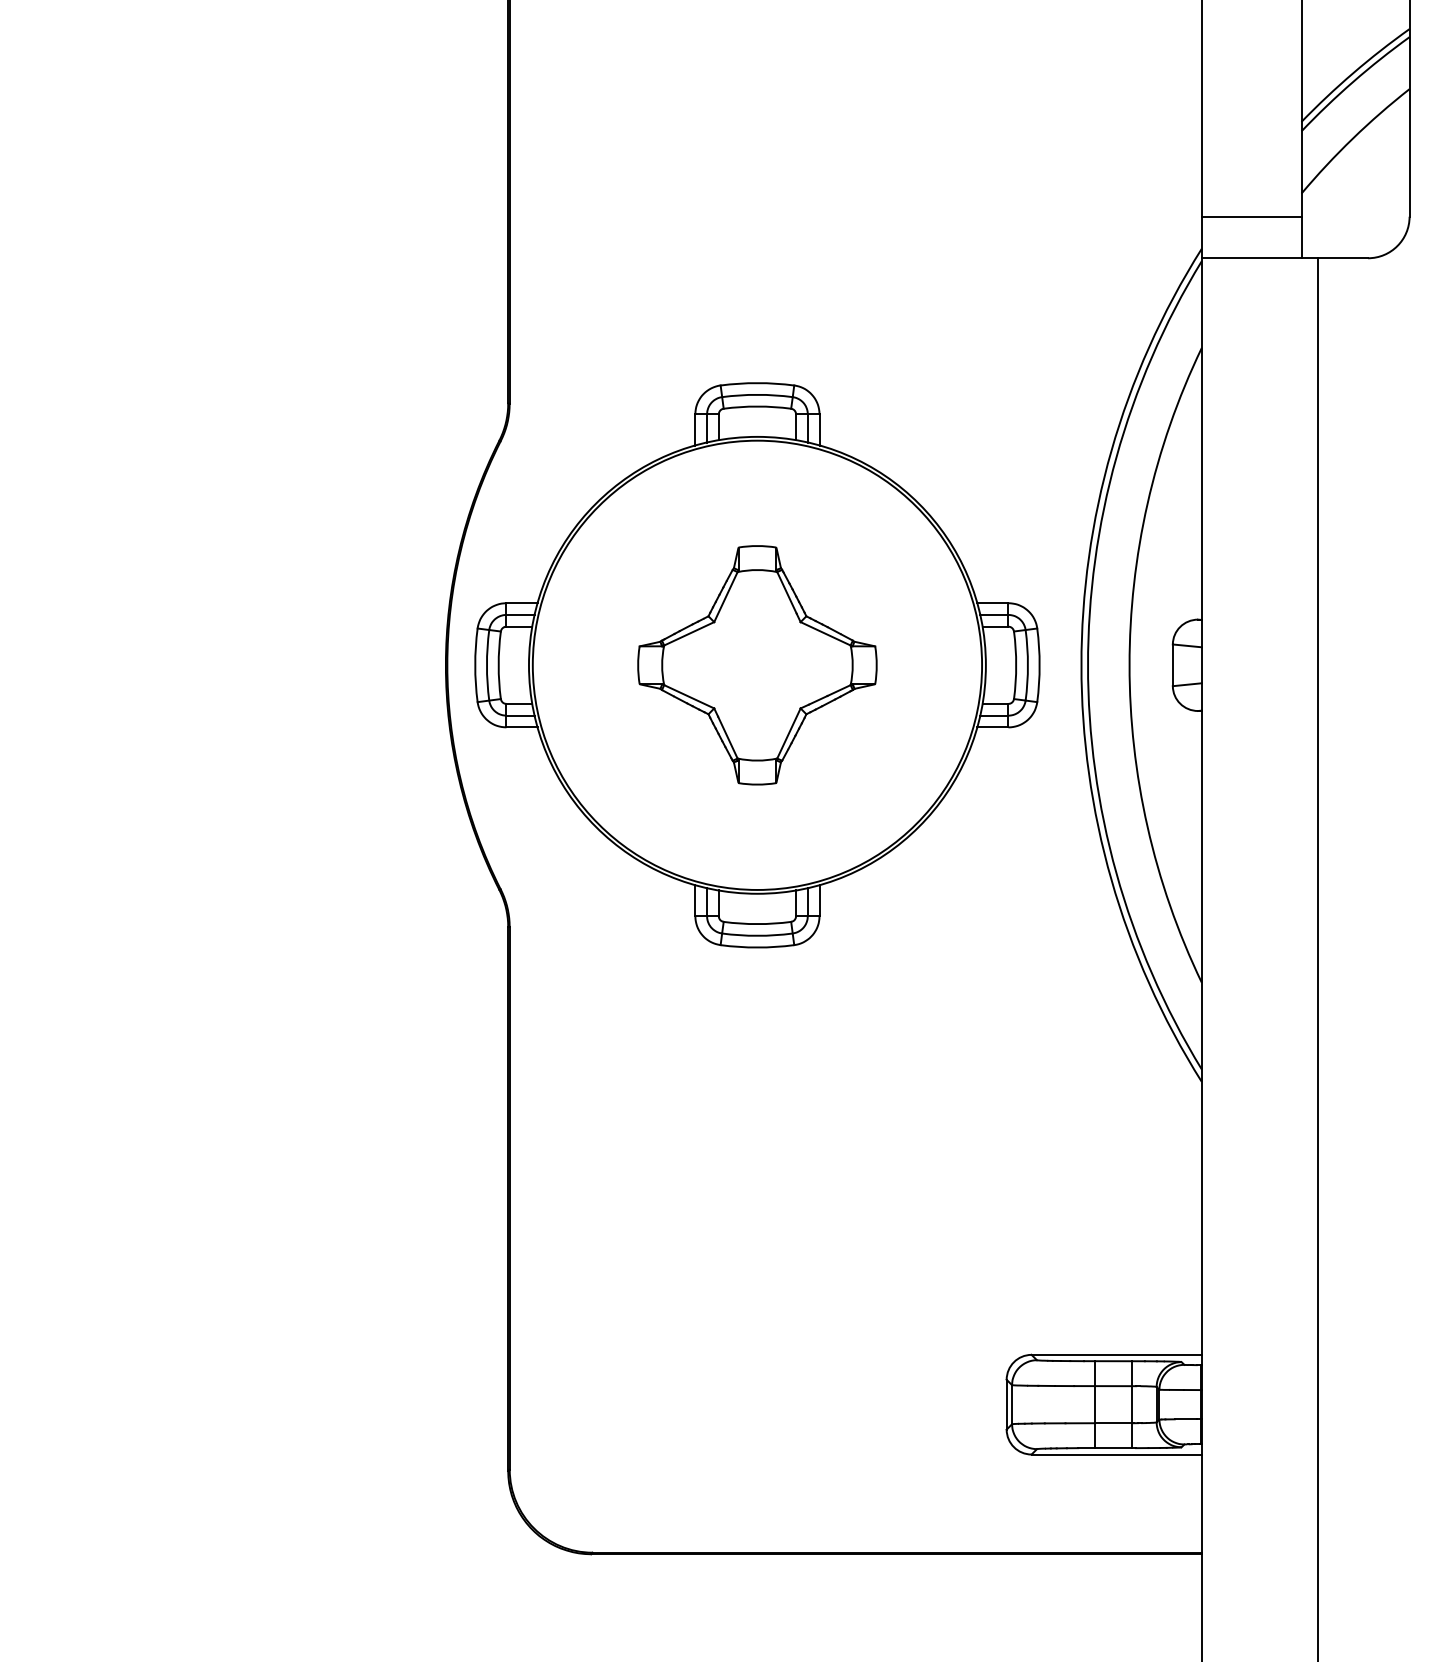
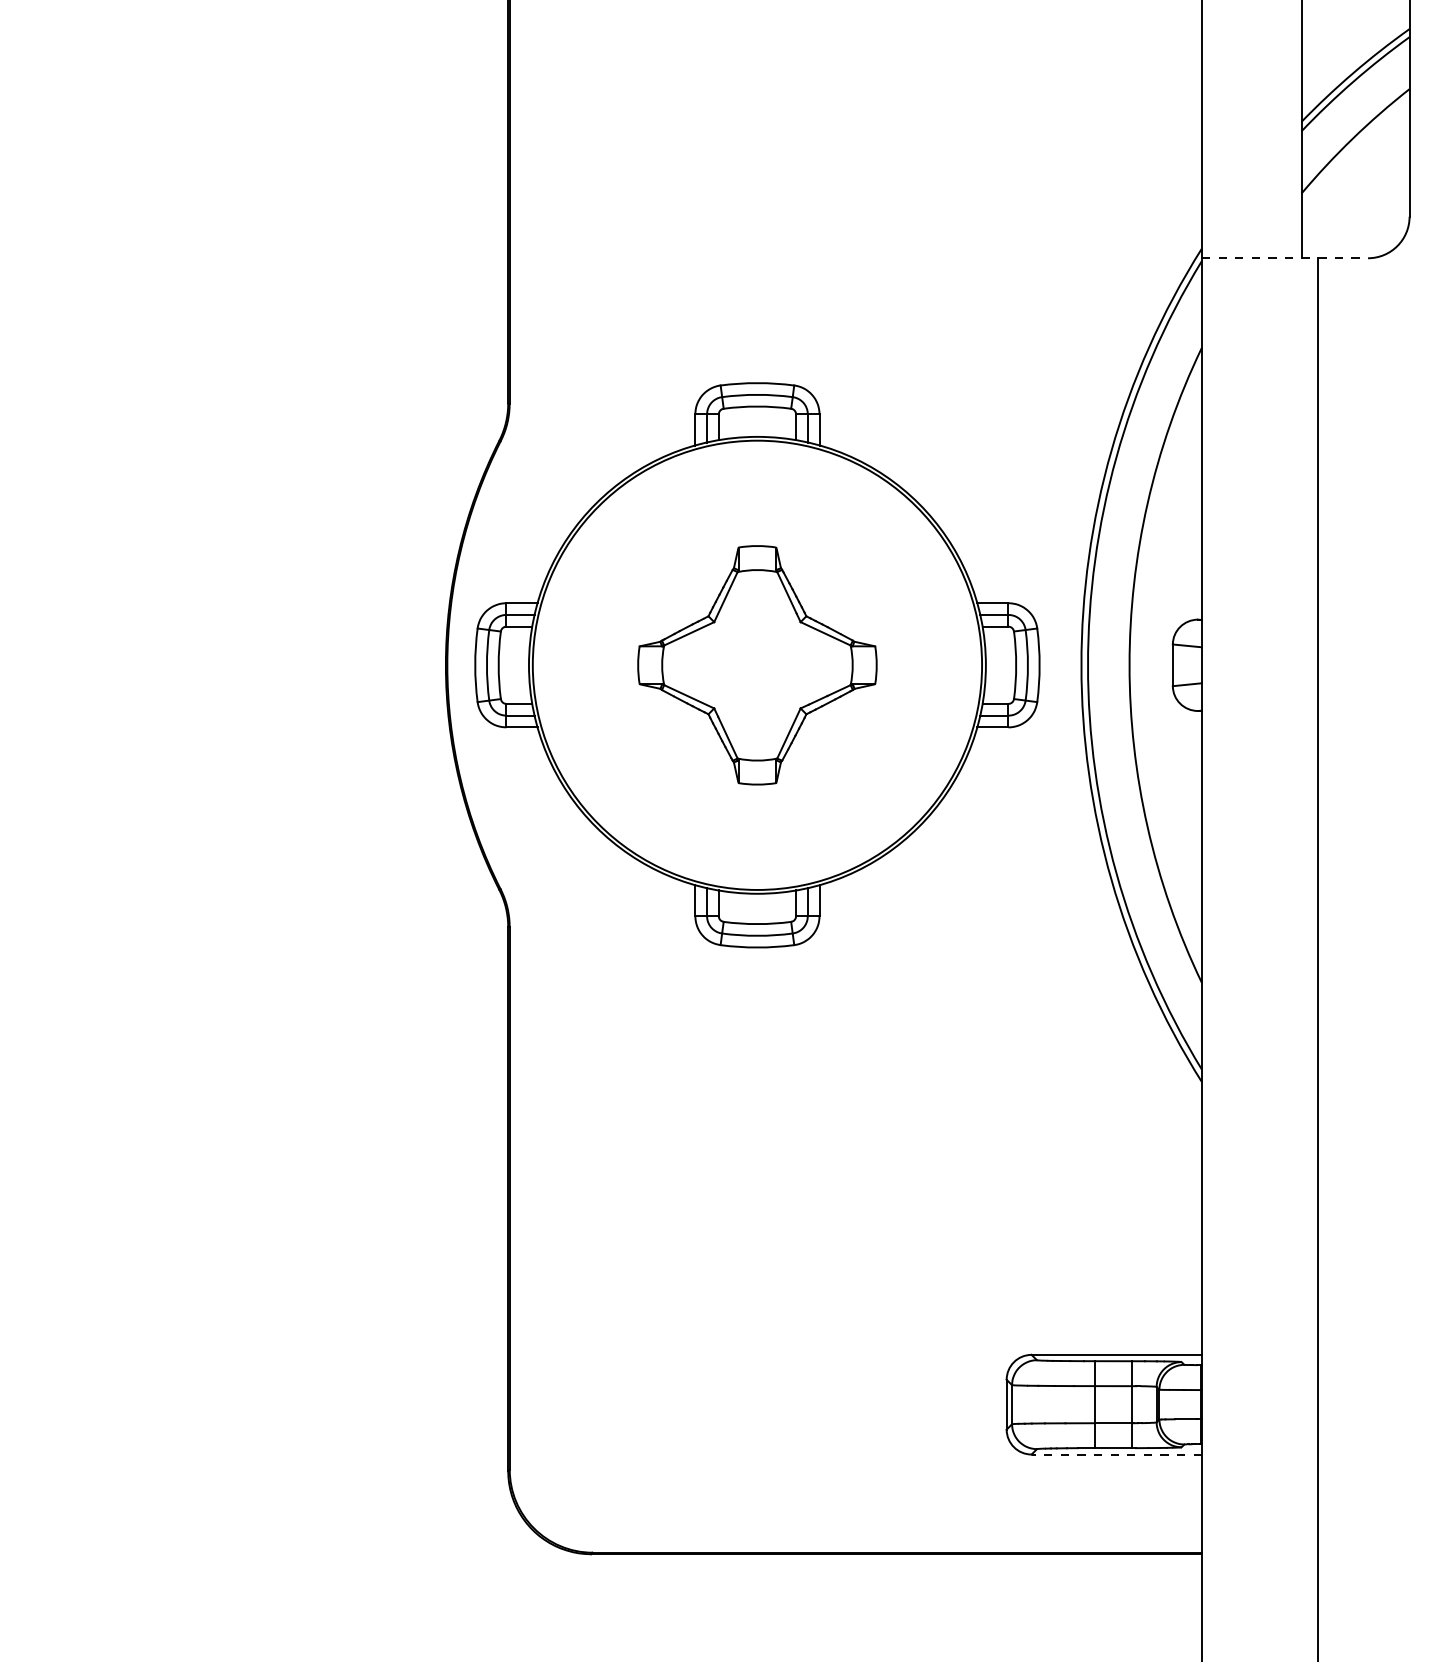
line at (1251, 216): present -> none
line at (1285, 258): solid -> dashed
line at (1116, 1454): solid -> dashed
